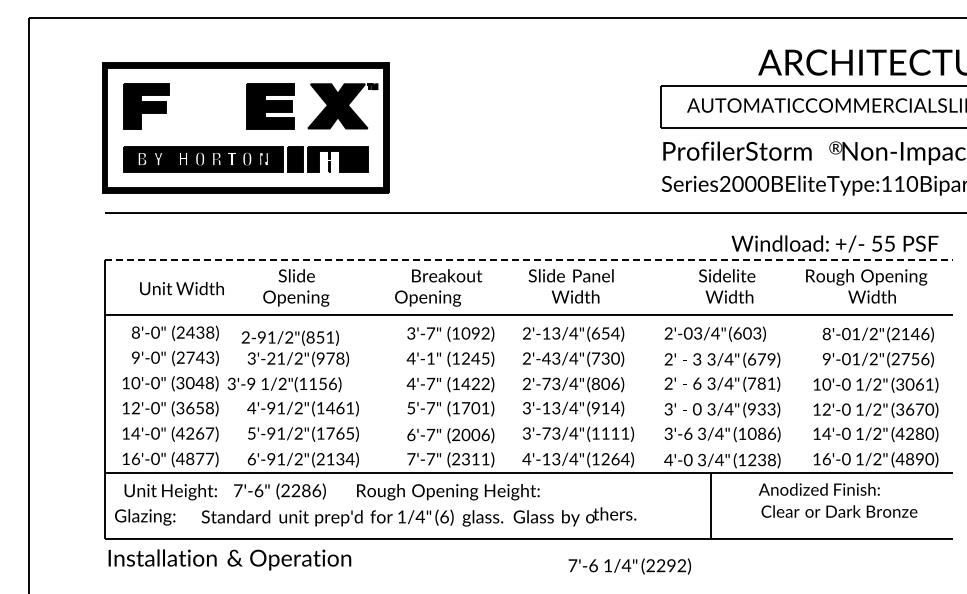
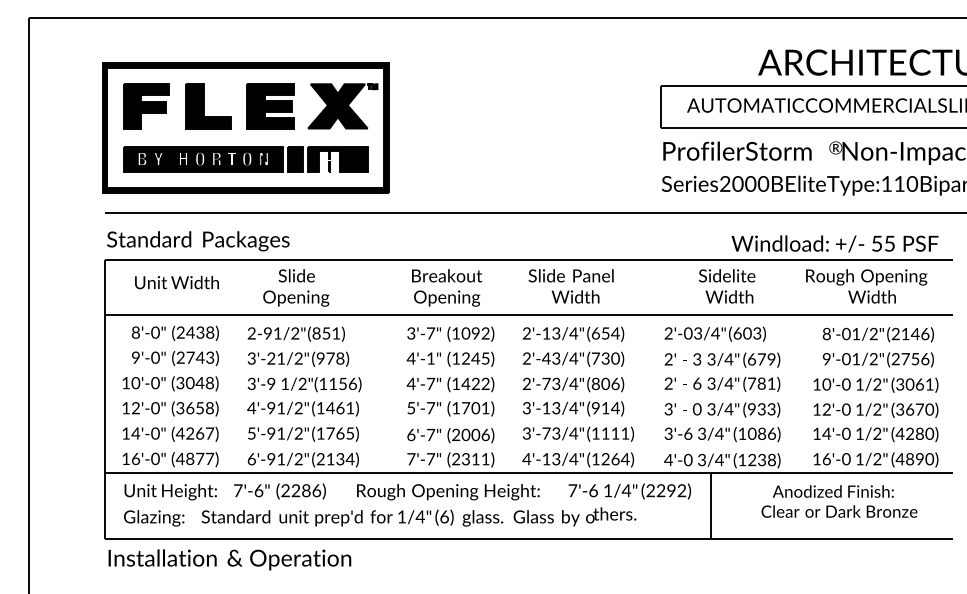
part at (208, 106): none -> present
part at (198, 241): none -> present
line at (528, 260): dashed -> solid
text at (181, 288) position: (181, 288) -> (176, 282)
text at (428, 298) position: (428, 298) -> (447, 298)
text at (289, 337) position: (289, 337) -> (295, 333)
text at (284, 384) position: (284, 384) -> (304, 384)
text at (818, 489) position: (818, 489) -> (832, 491)
text at (145, 517) position: (145, 517) -> (154, 518)
text at (629, 566) position: (629, 566) -> (629, 491)
